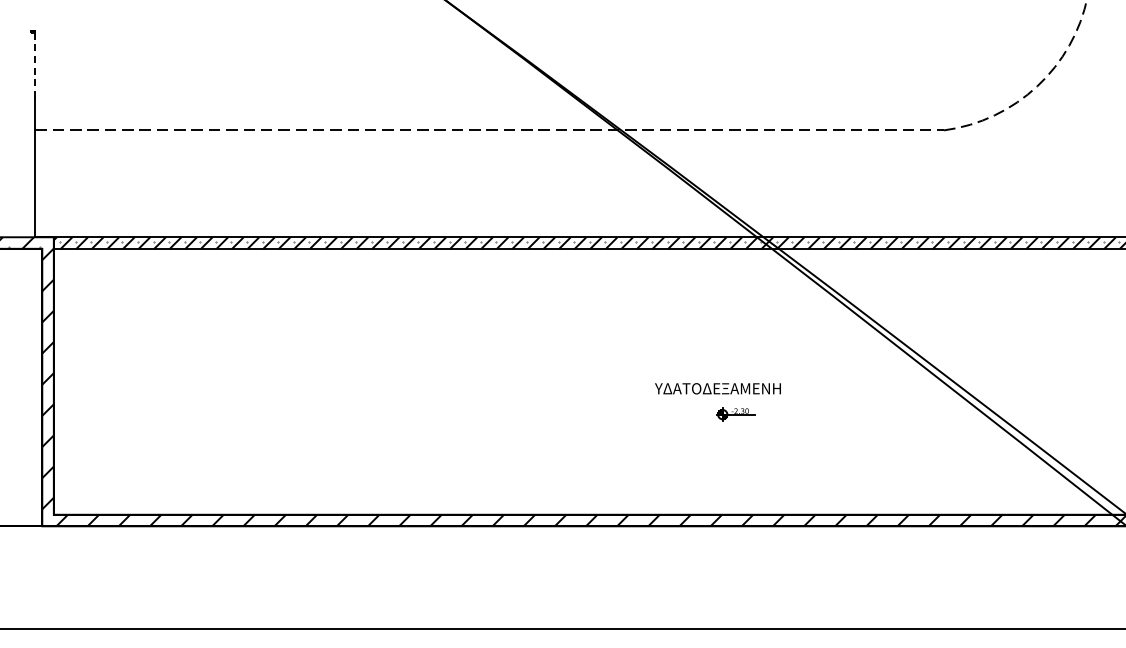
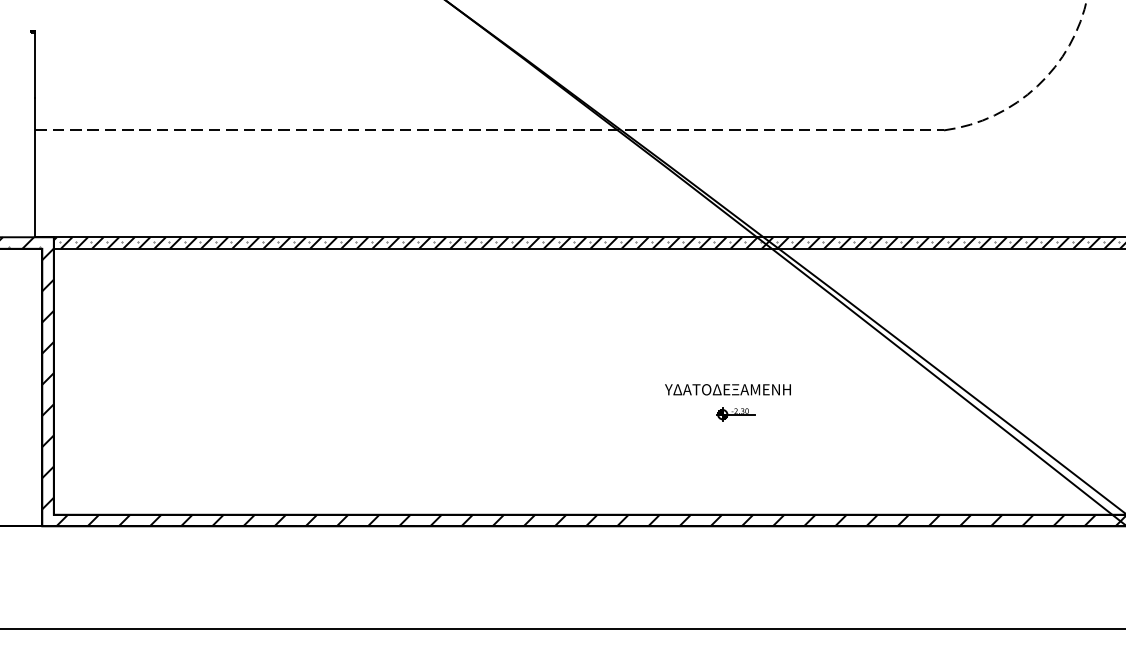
line at (35, 65): dashed -> solid
text at (717, 388) position: (717, 388) -> (727, 389)
